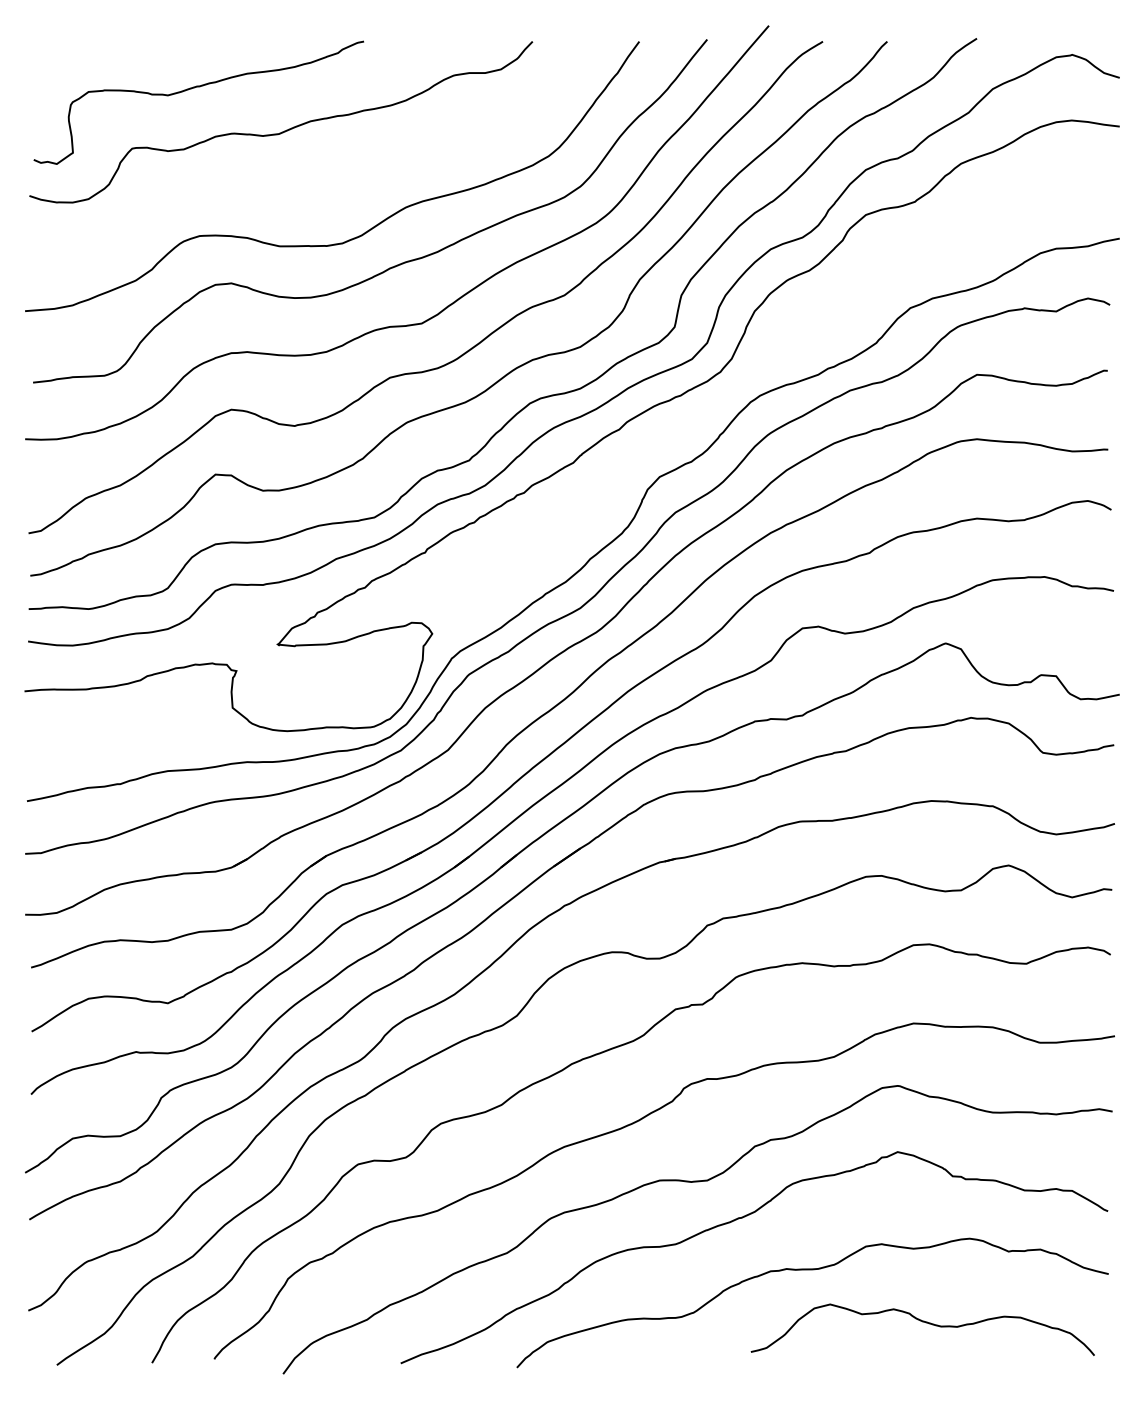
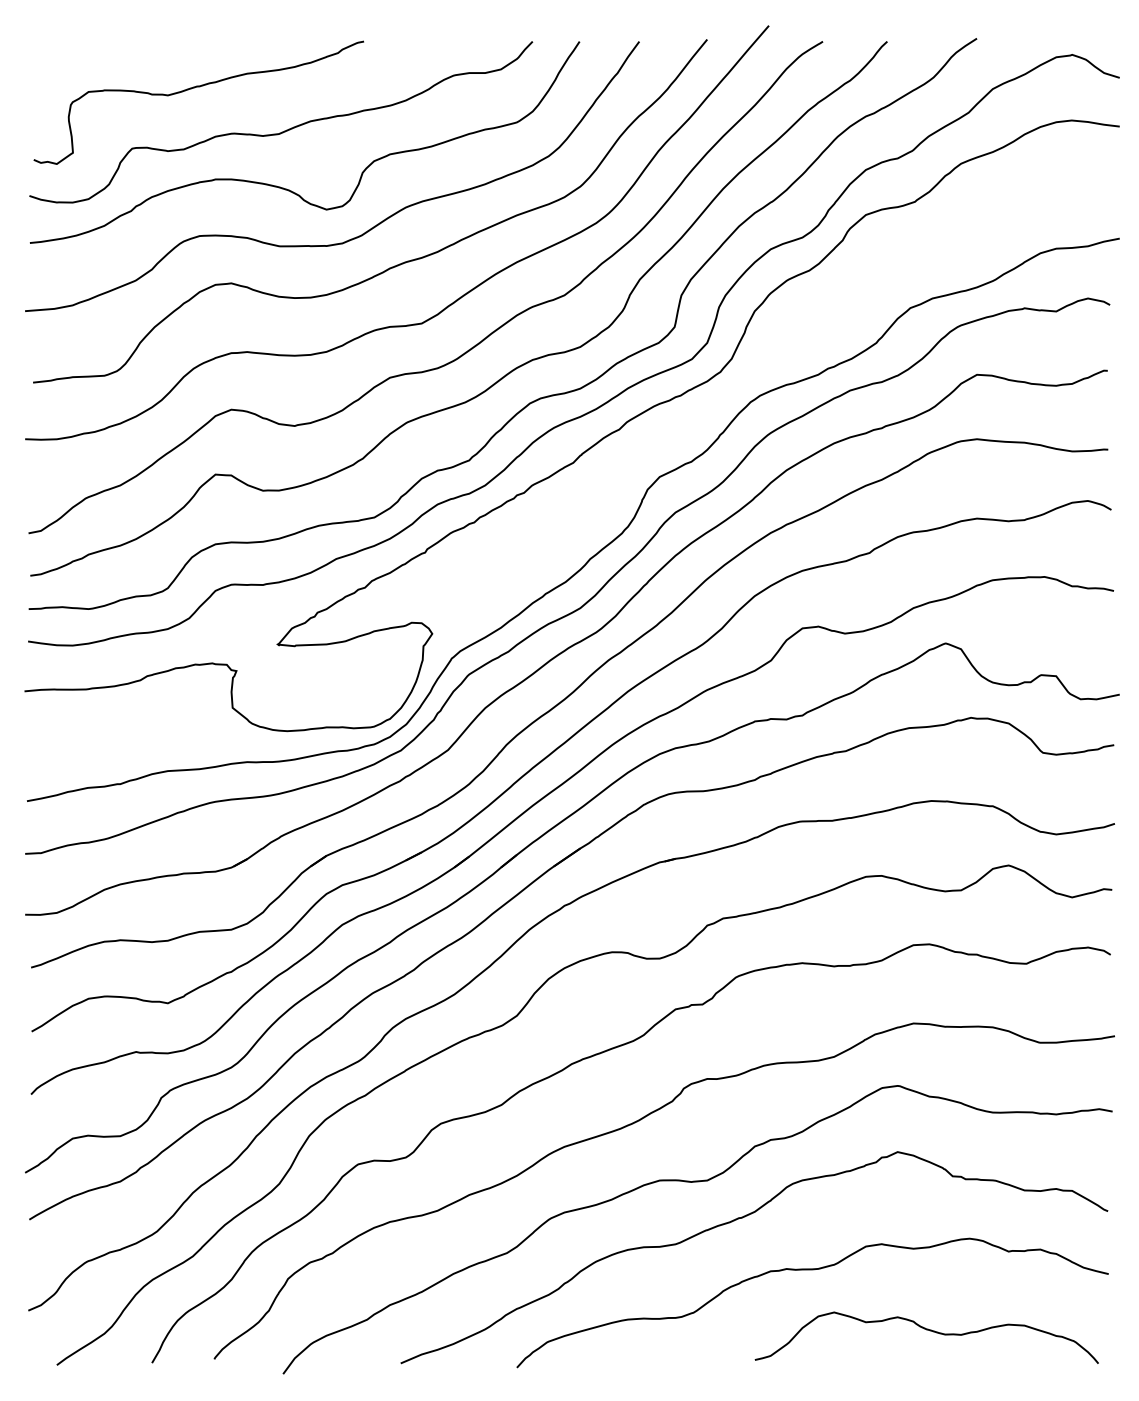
curve at (289, 189): none -> present
curve at (922, 1322) position: (922, 1322) -> (926, 1330)
